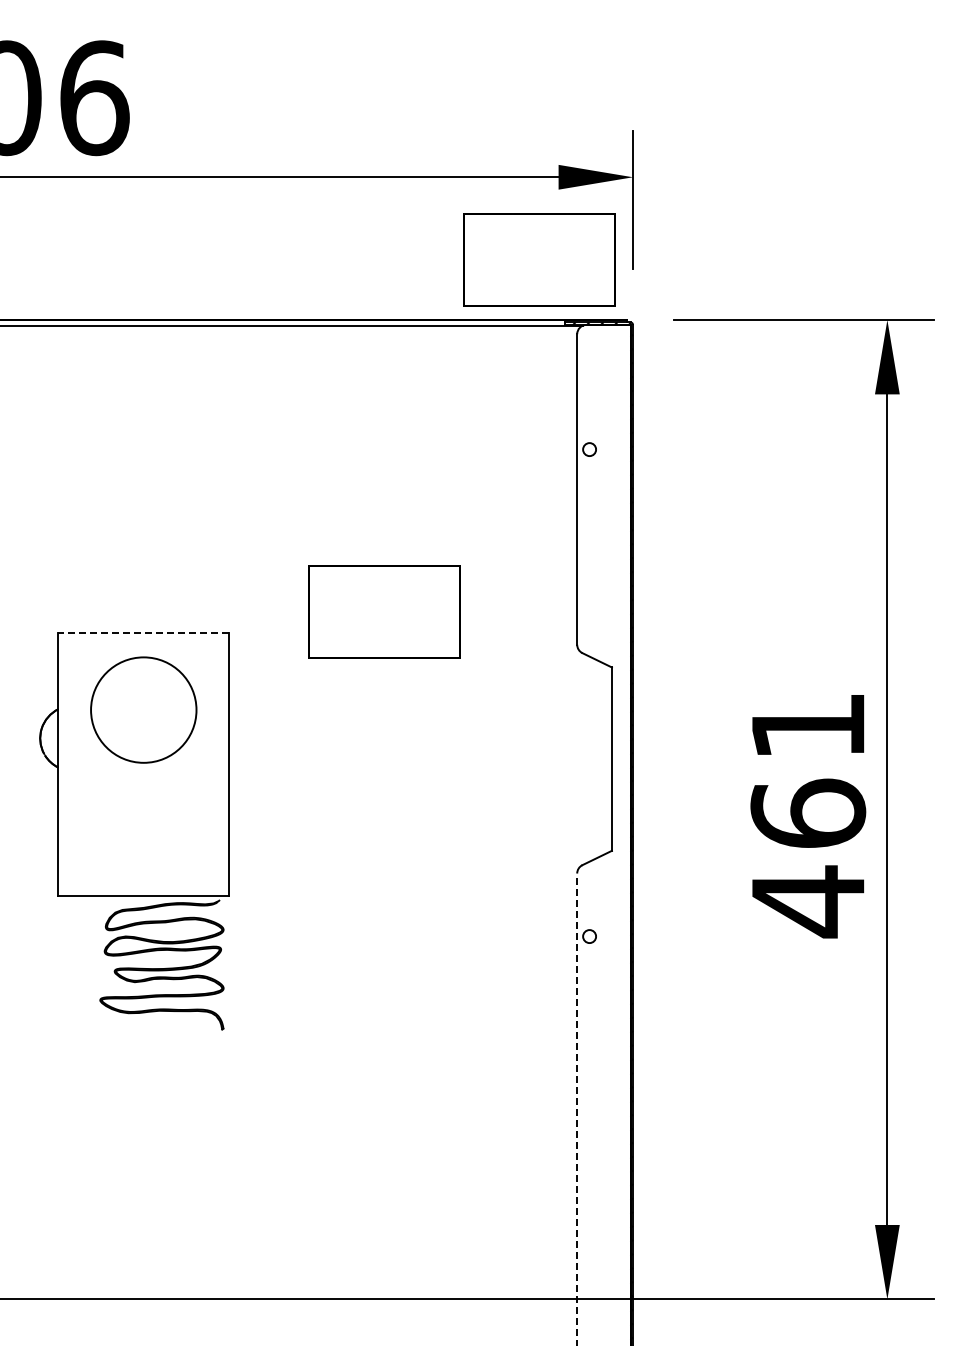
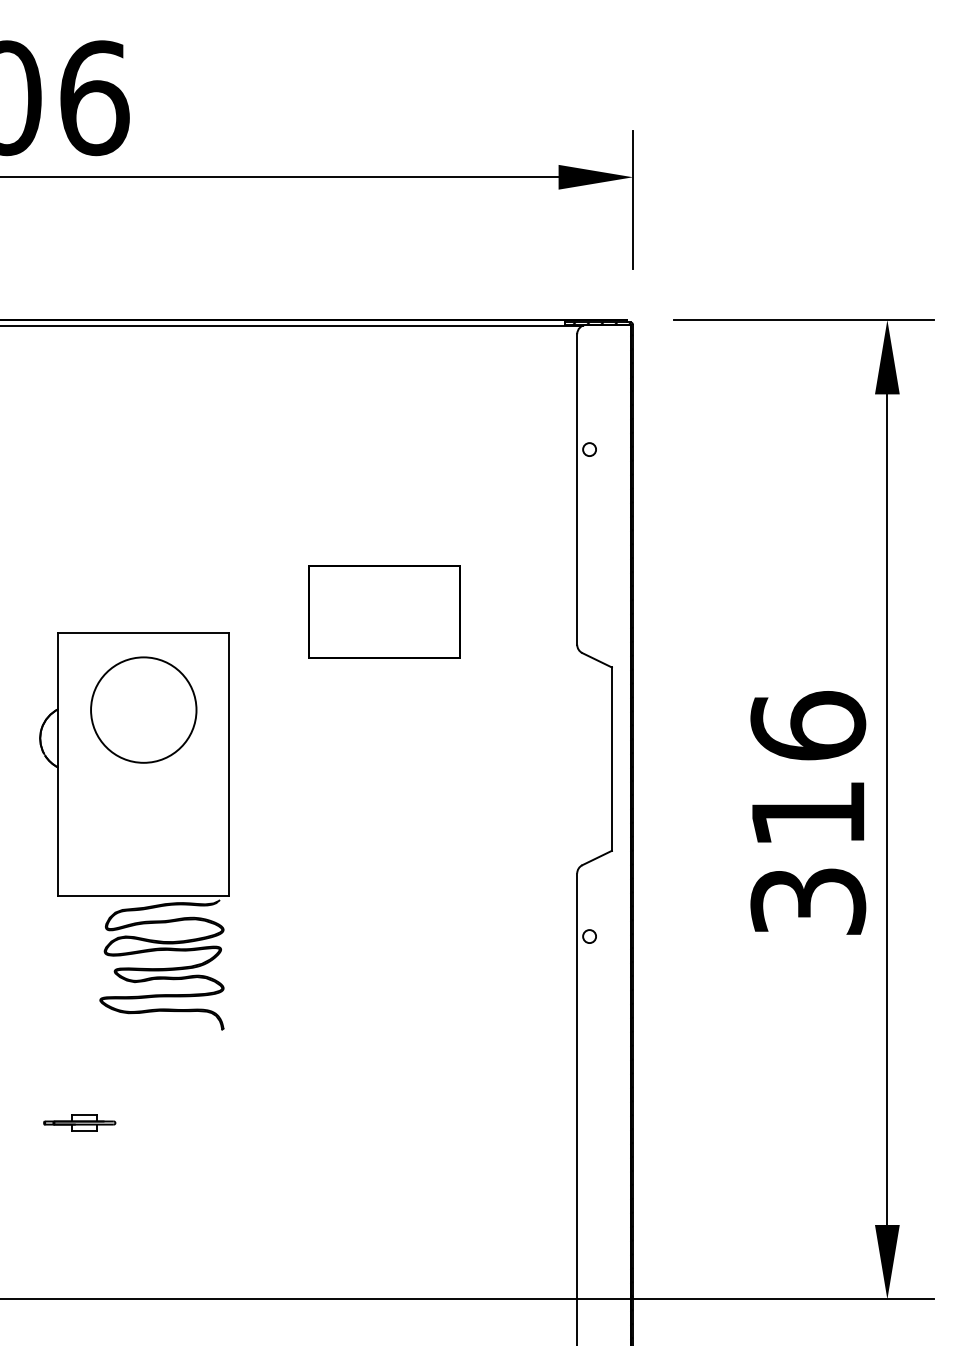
part at (539, 259): present -> none
line at (143, 632): dashed -> solid
text at (808, 814): 461 -> 316
line at (577, 1109): dashed -> solid
part at (79, 1122): none -> present
